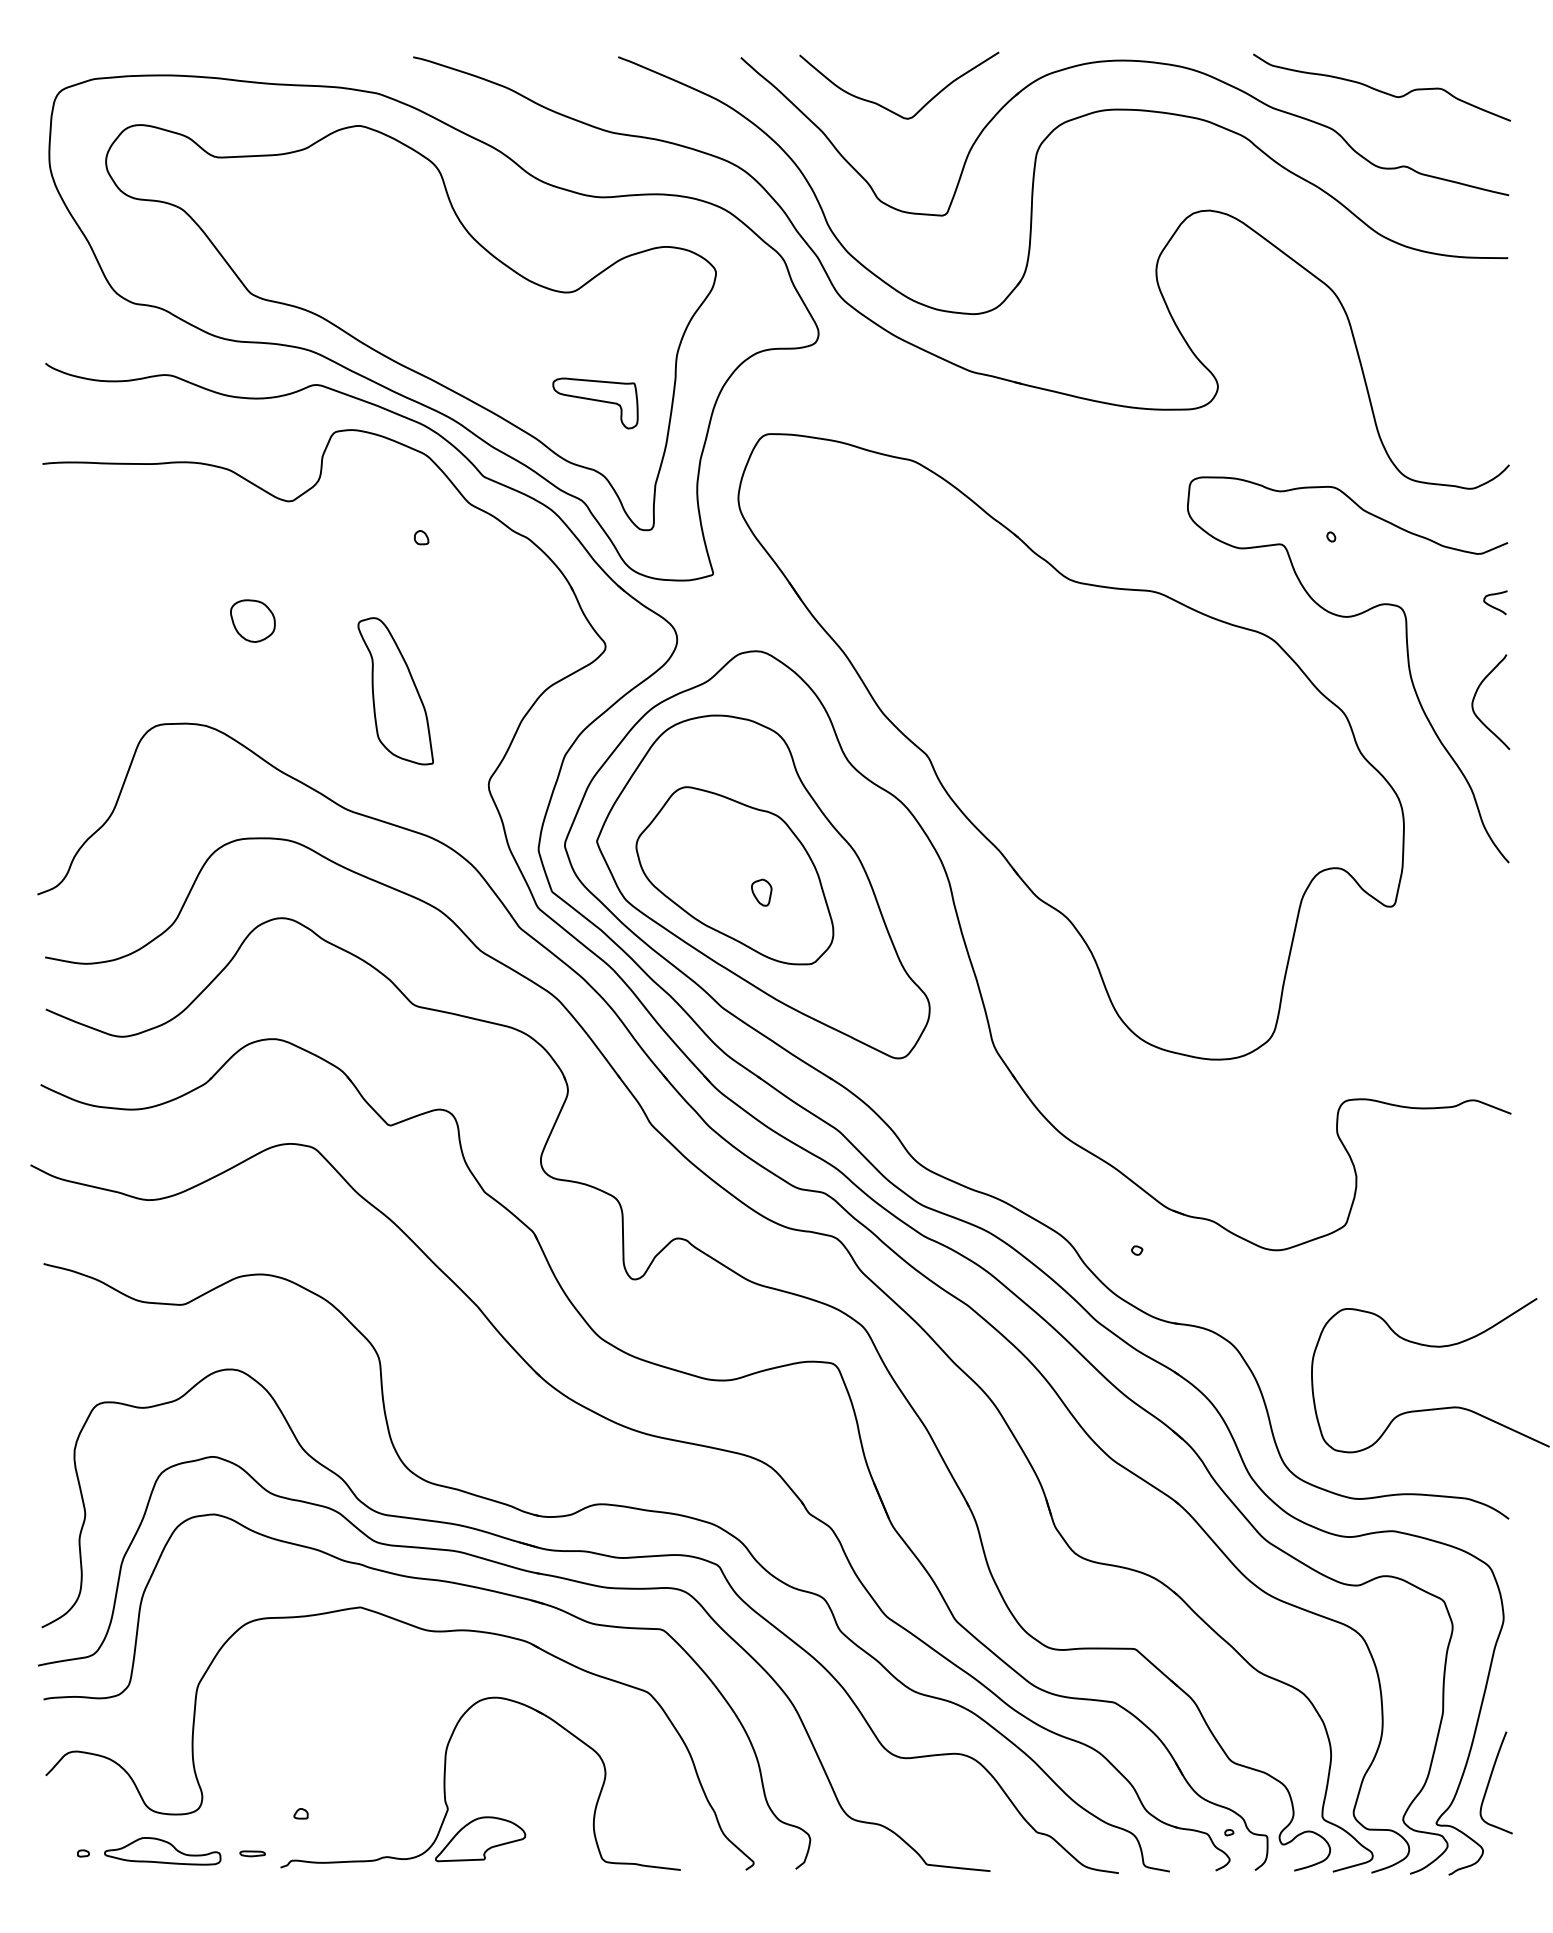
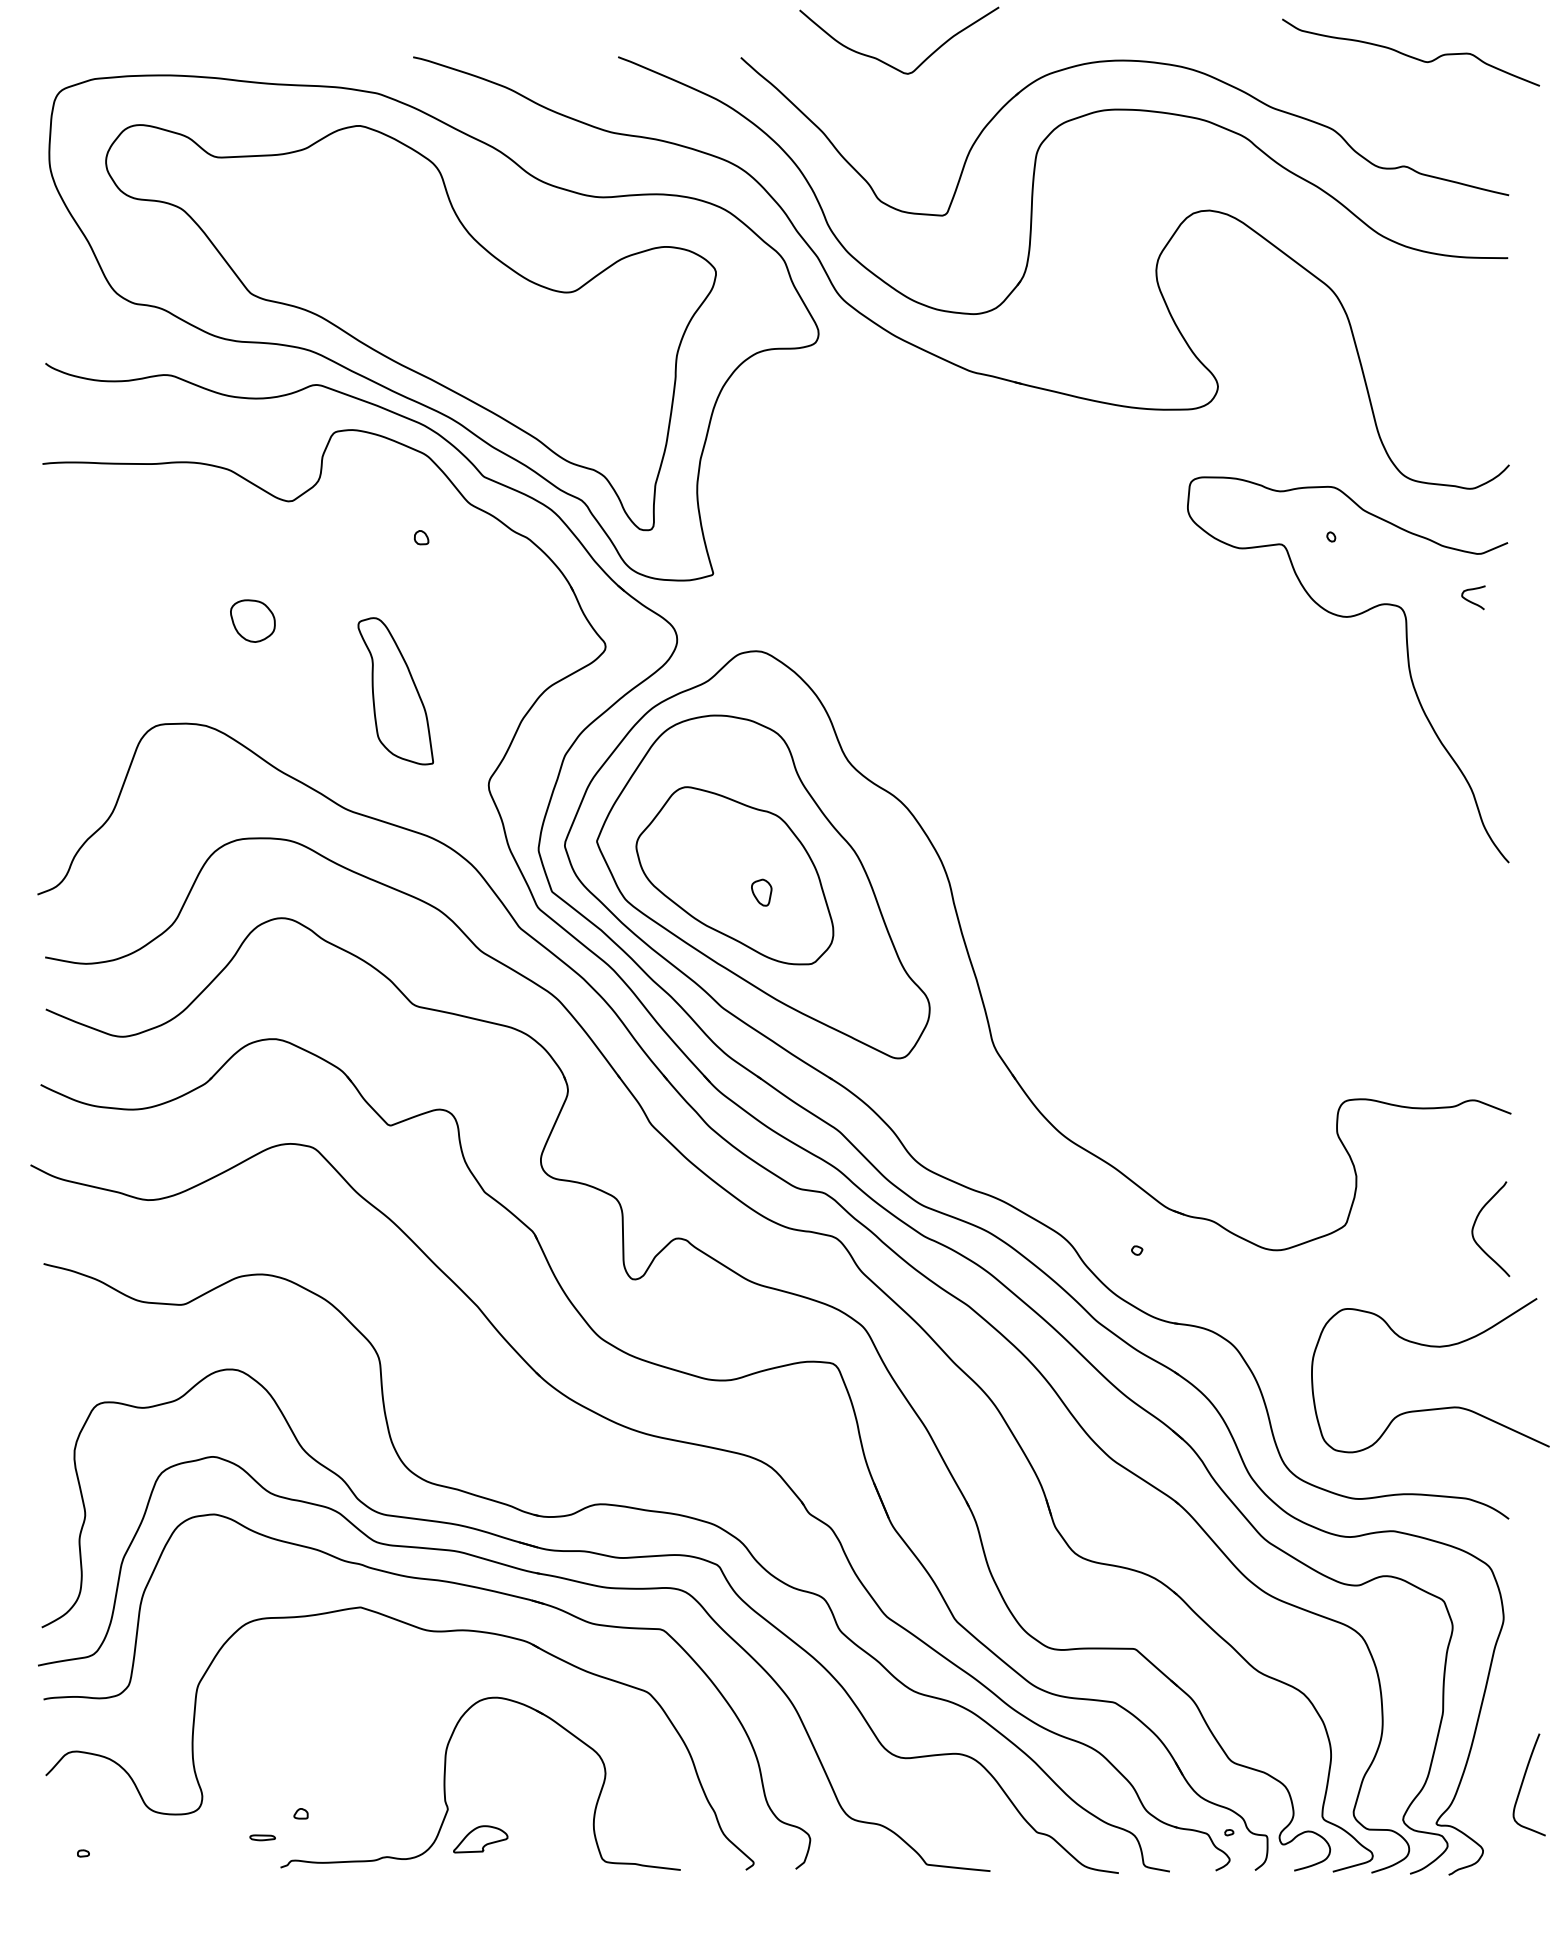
curve at (1381, 90) position: (1381, 90) -> (1410, 55)
curve at (886, 107) position: (886, 107) -> (886, 62)
part at (595, 403): present -> none
curve at (1494, 606) position: (1494, 606) -> (1472, 601)
curve at (1475, 697) position: (1475, 697) -> (1475, 1224)
part at (1070, 746): present -> none
curve at (1490, 1780) position: (1490, 1780) -> (1523, 1782)
part at (480, 1839) size: 92x47 px -> 56x29 px
part at (162, 1851): present -> none
part at (252, 1853) position: (252, 1853) -> (262, 1837)
